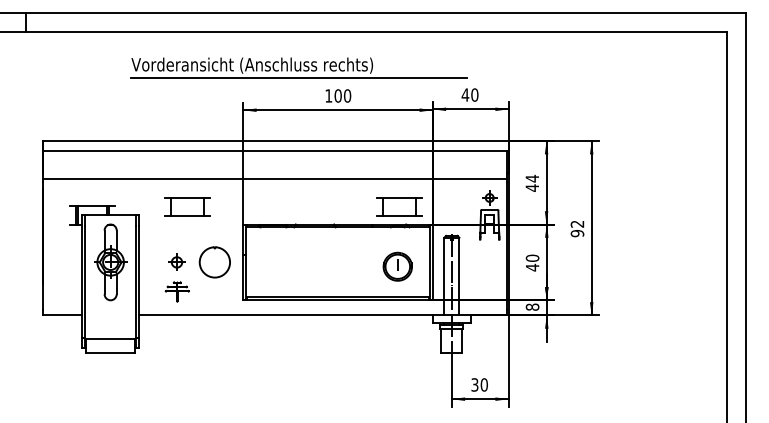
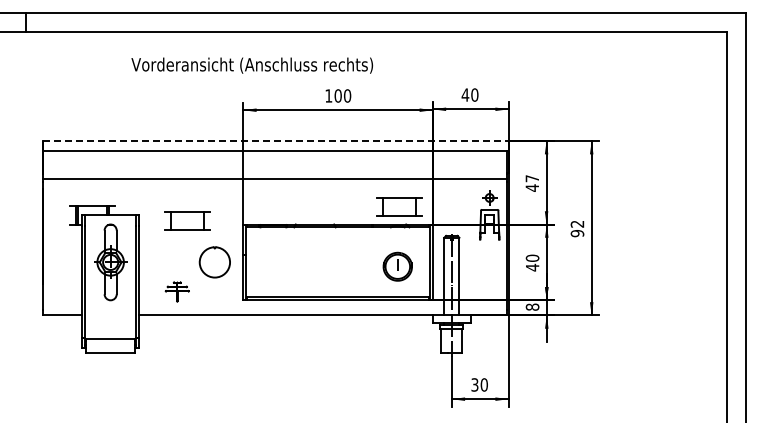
line at (298, 77): present -> none
line at (276, 141): solid -> dashed
text at (531, 178): 44 -> 47
part at (187, 206) position: (187, 206) -> (187, 220)
part at (176, 261): present -> none
